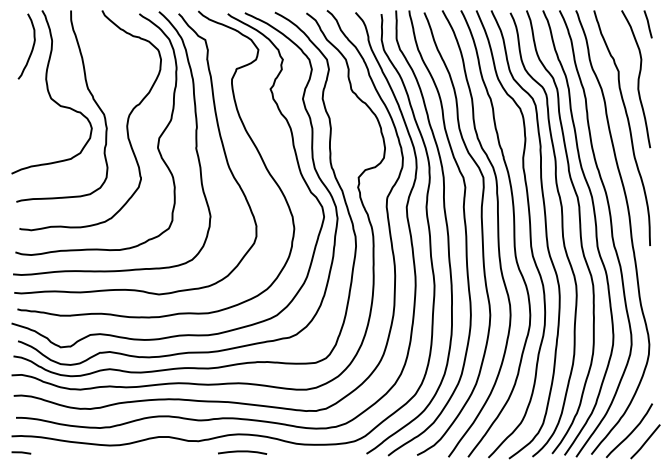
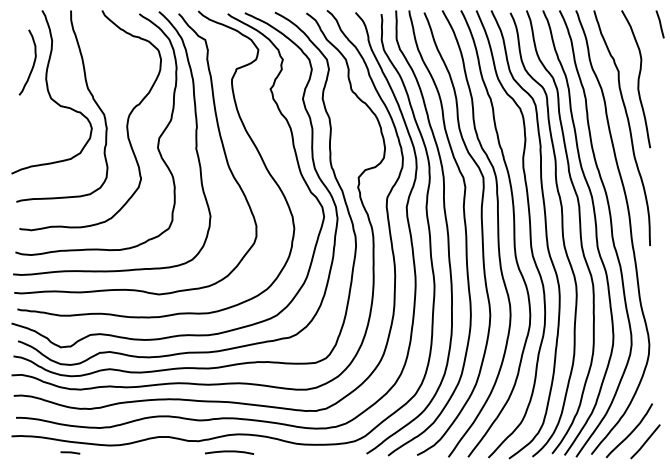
line at (647, 24) position: (647, 24) -> (659, 24)
curve at (31, 49) position: (31, 49) -> (32, 65)
line at (21, 452) position: (21, 452) -> (70, 452)
curve at (242, 452) position: (242, 452) -> (229, 452)
